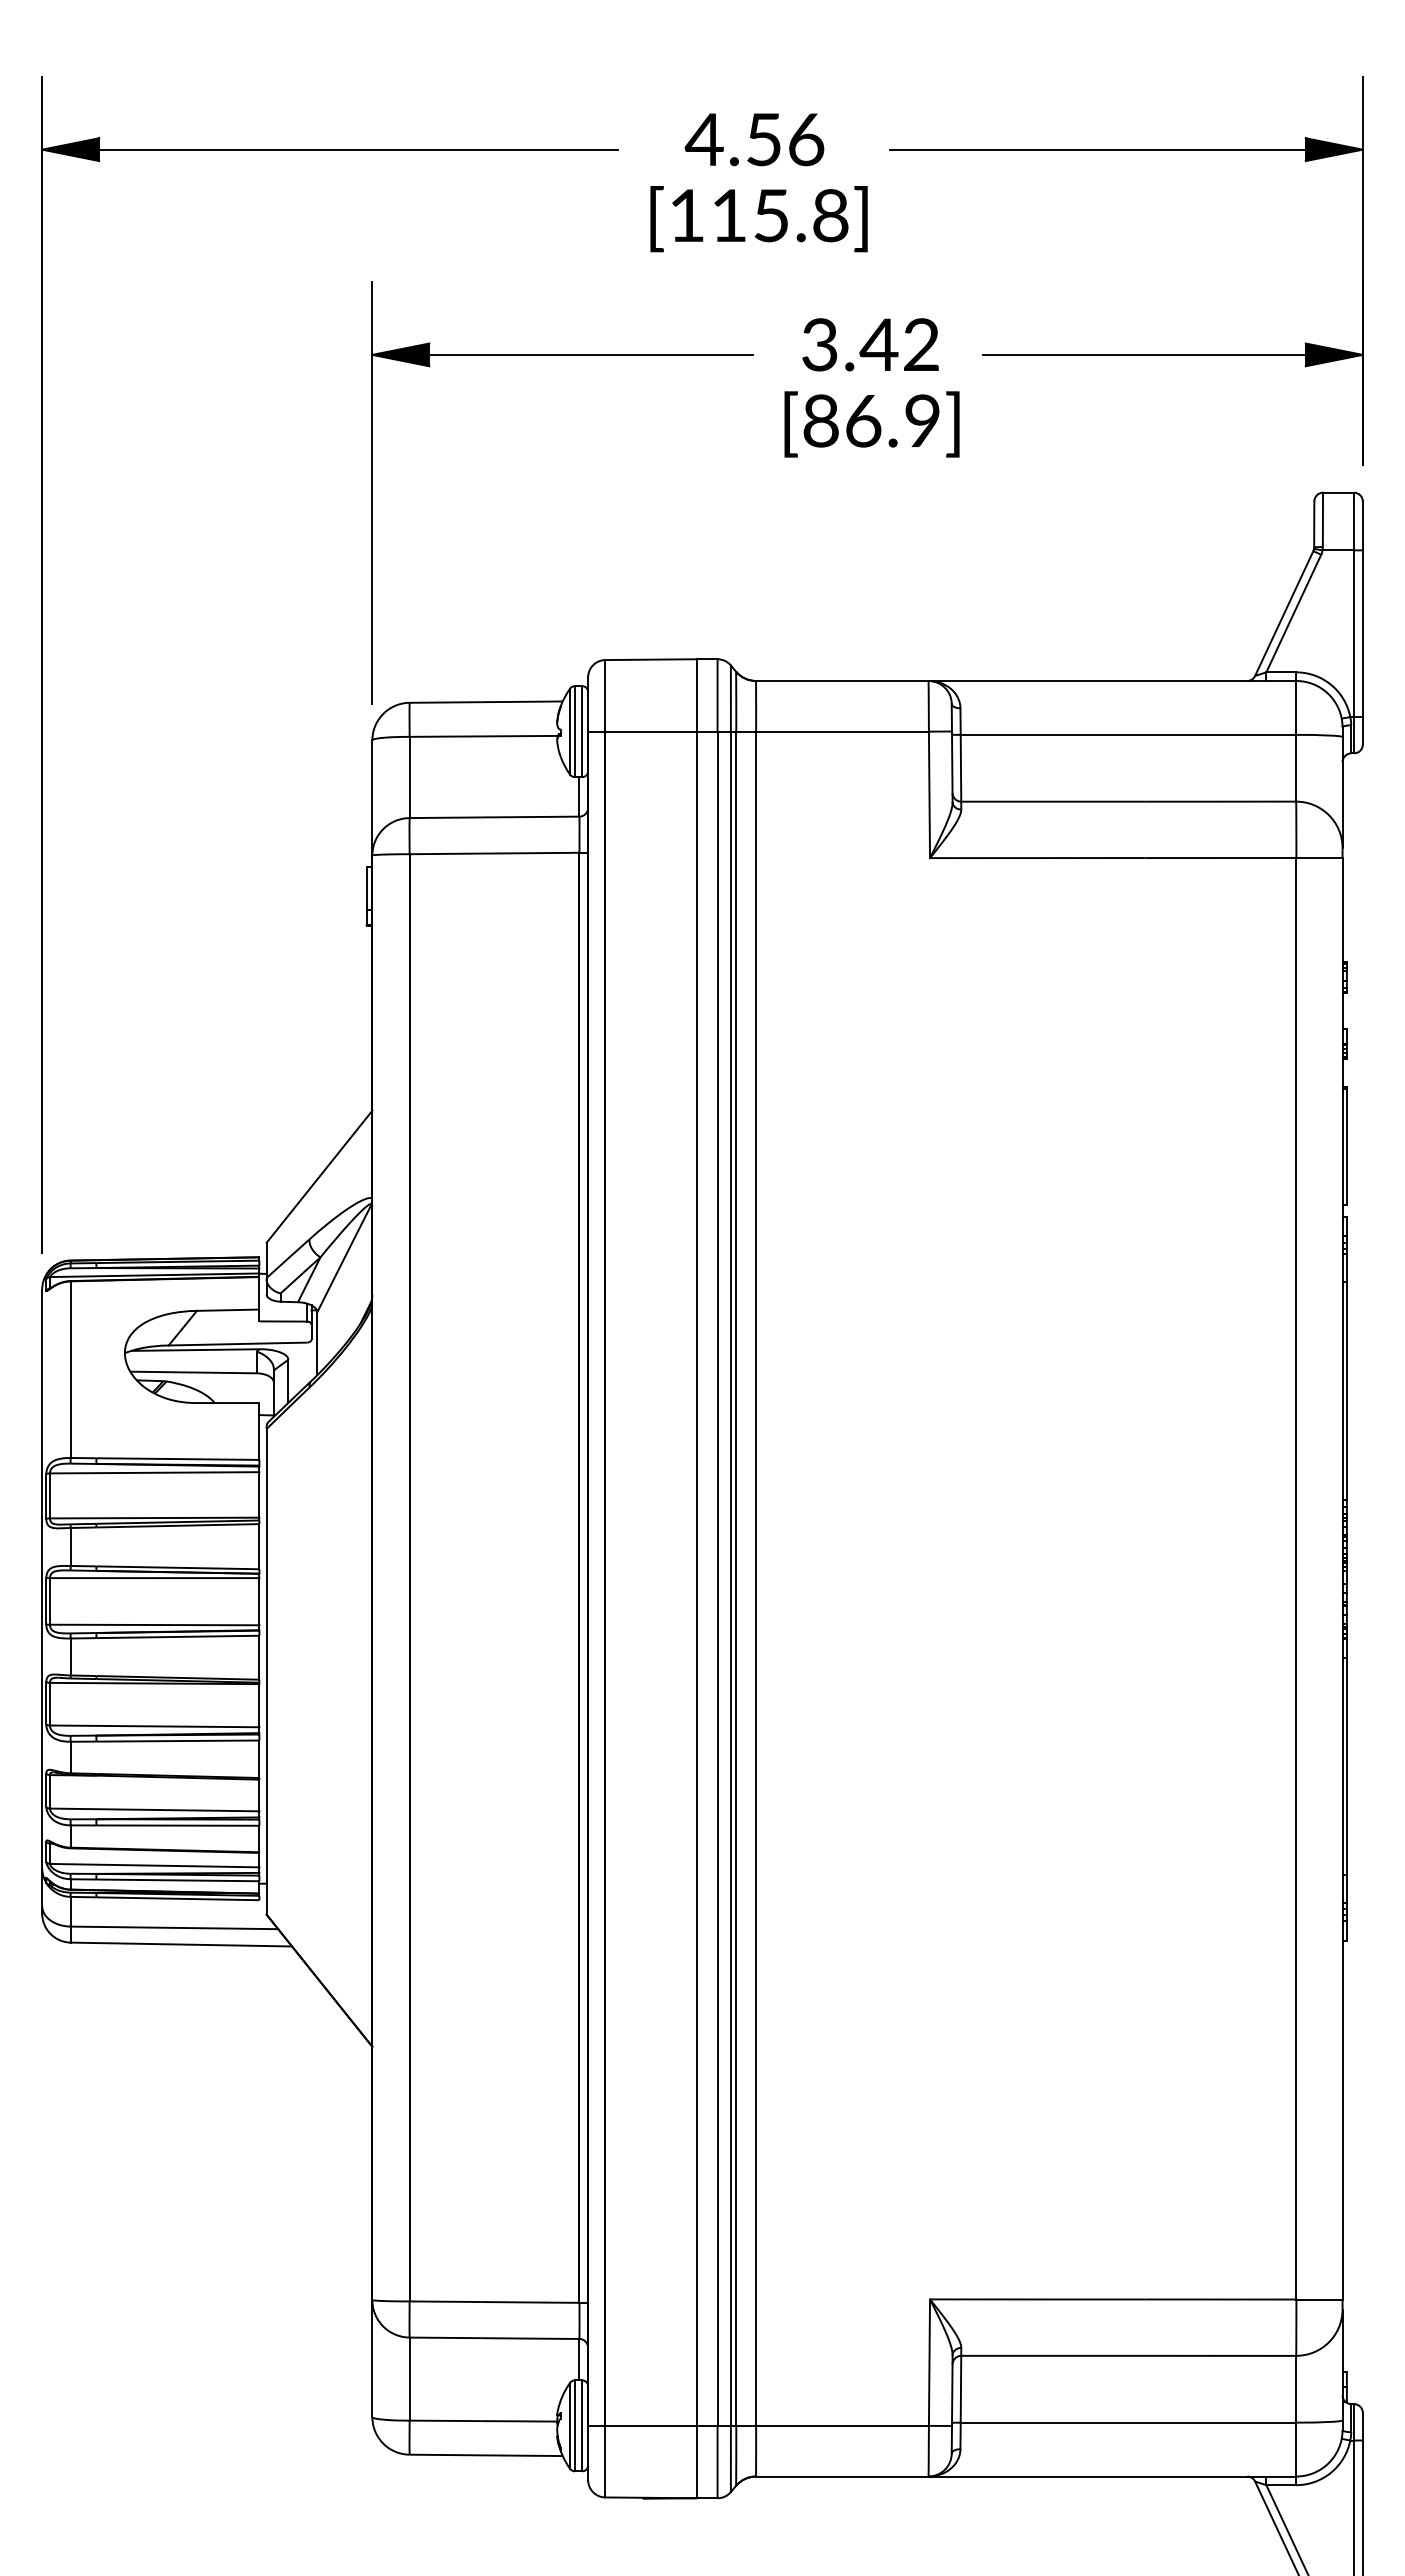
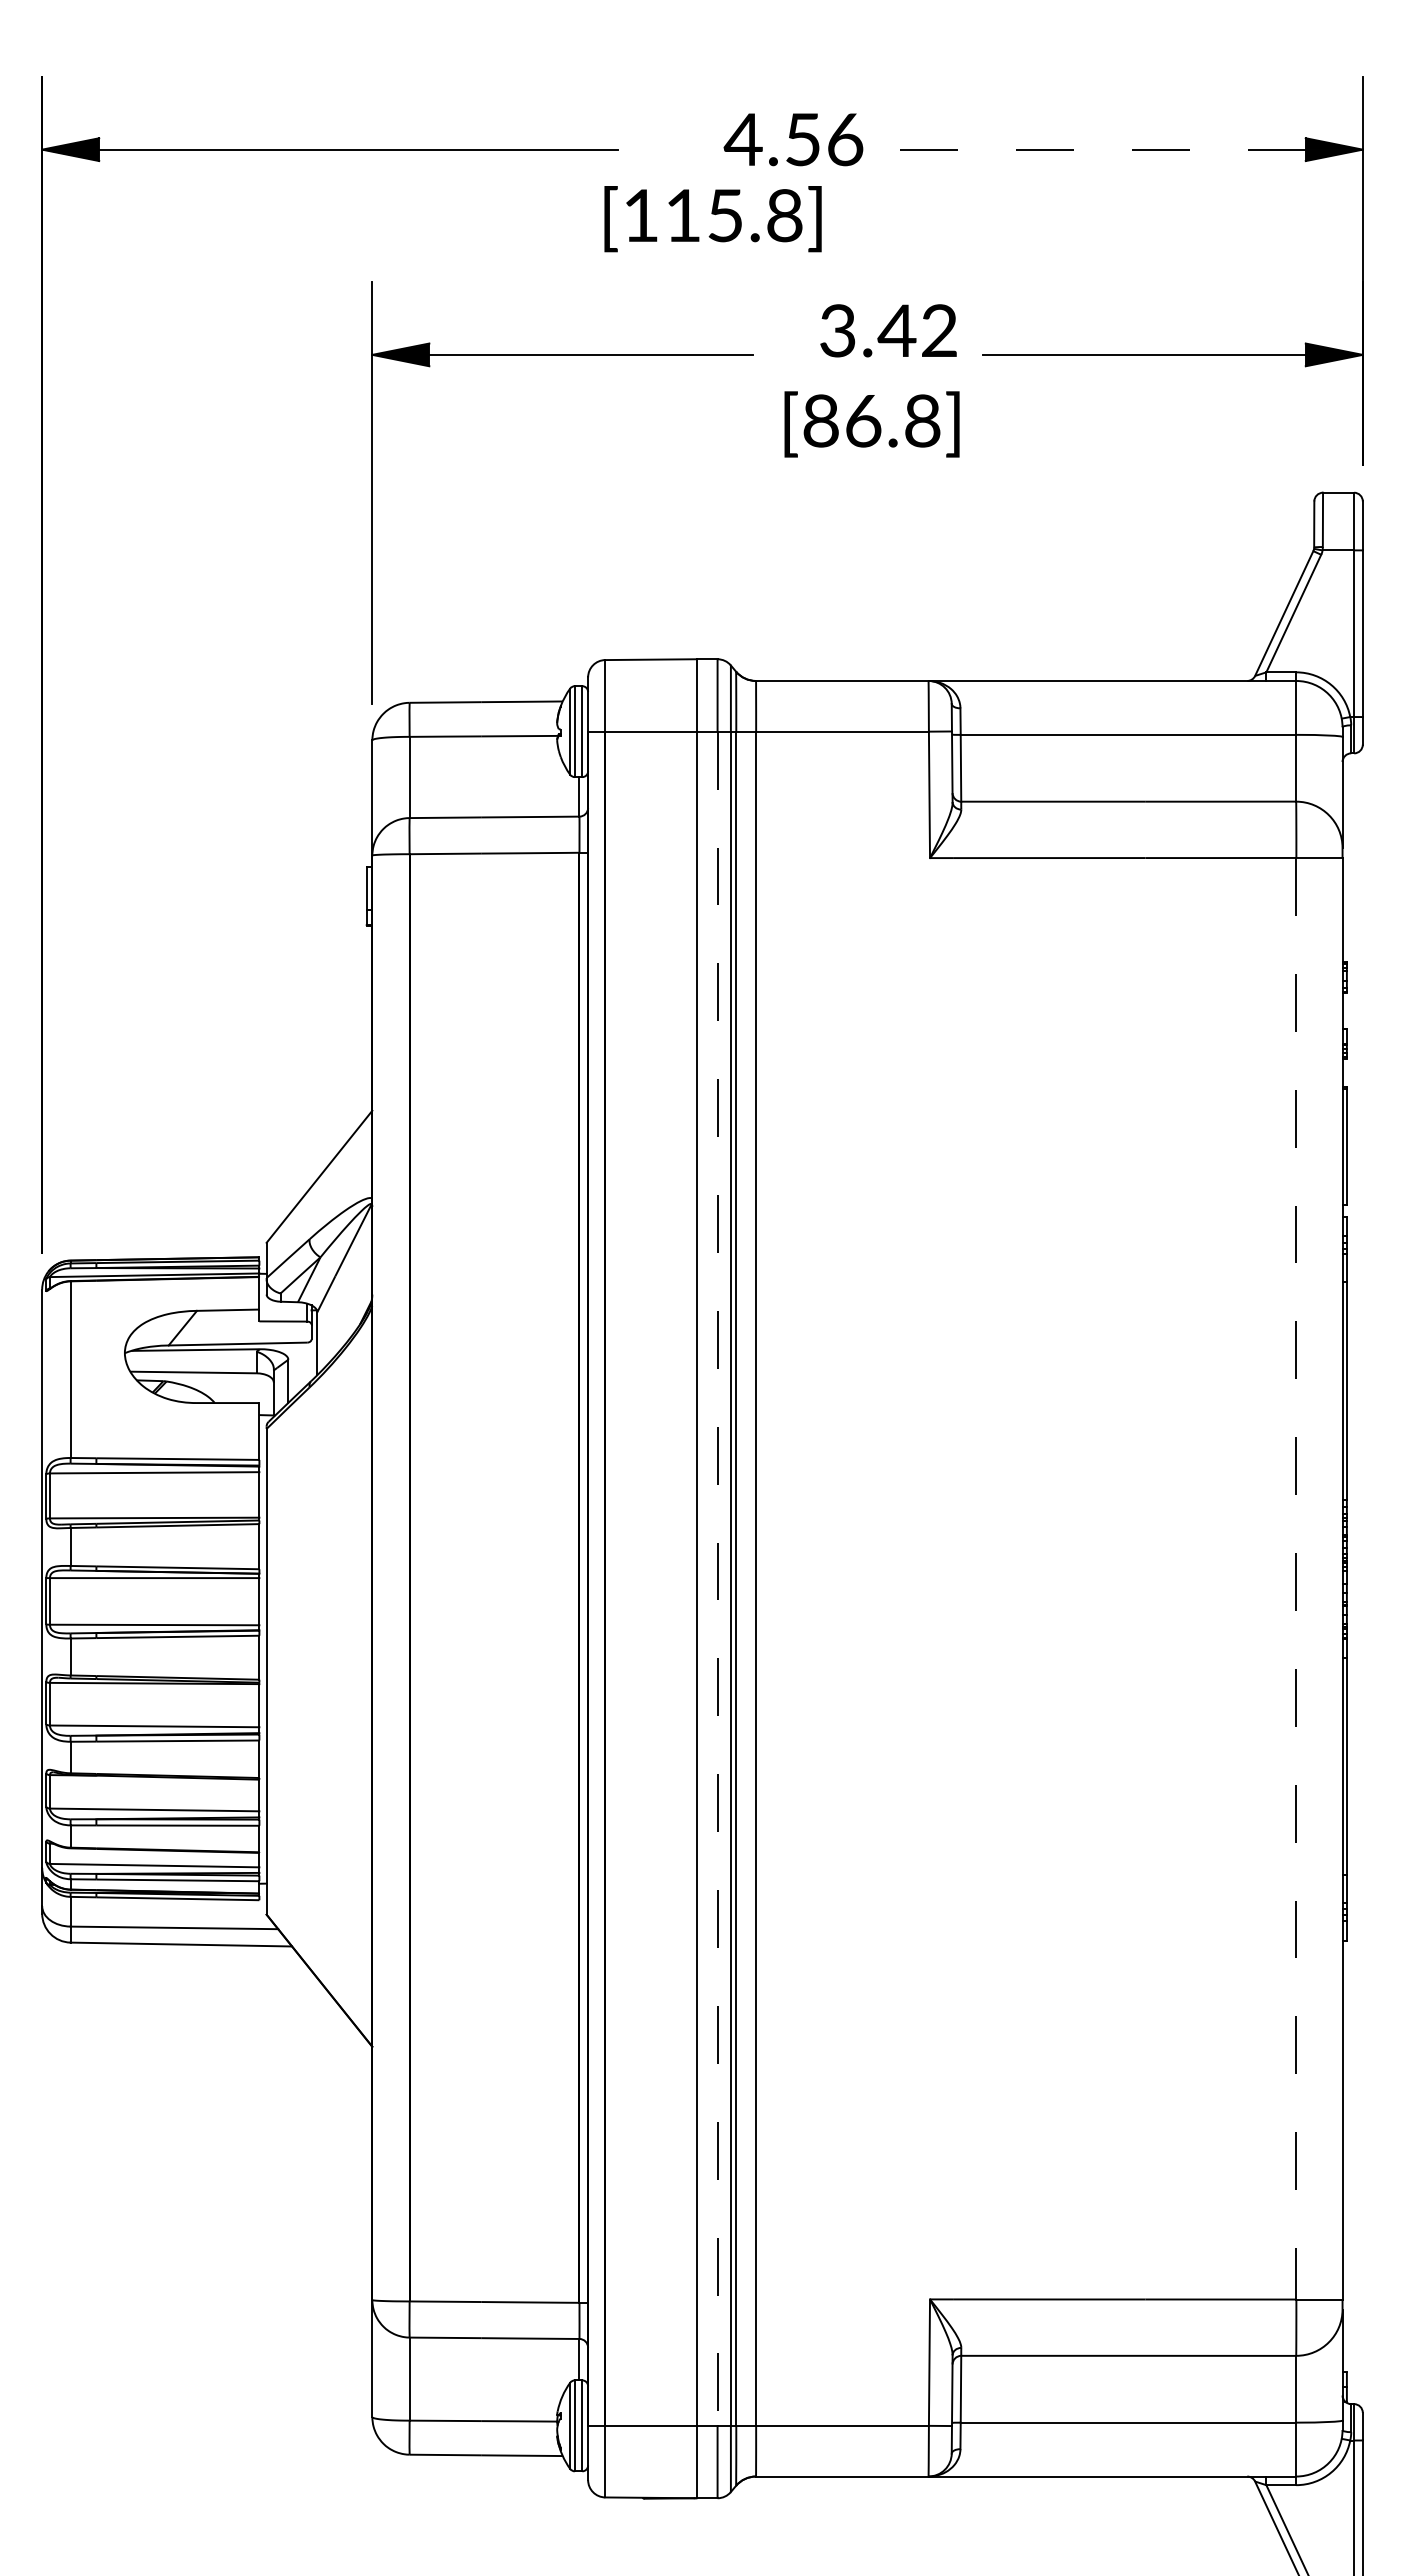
text at (754, 139) position: (754, 139) -> (793, 139)
line at (1097, 149): solid -> dashed
text at (758, 219) position: (758, 219) -> (712, 219)
text at (870, 344) position: (870, 344) -> (888, 330)
text at (922, 422): [86.9] -> [86.8]
line at (1296, 1578): solid -> dashed
line at (717, 1579): solid -> dashed
